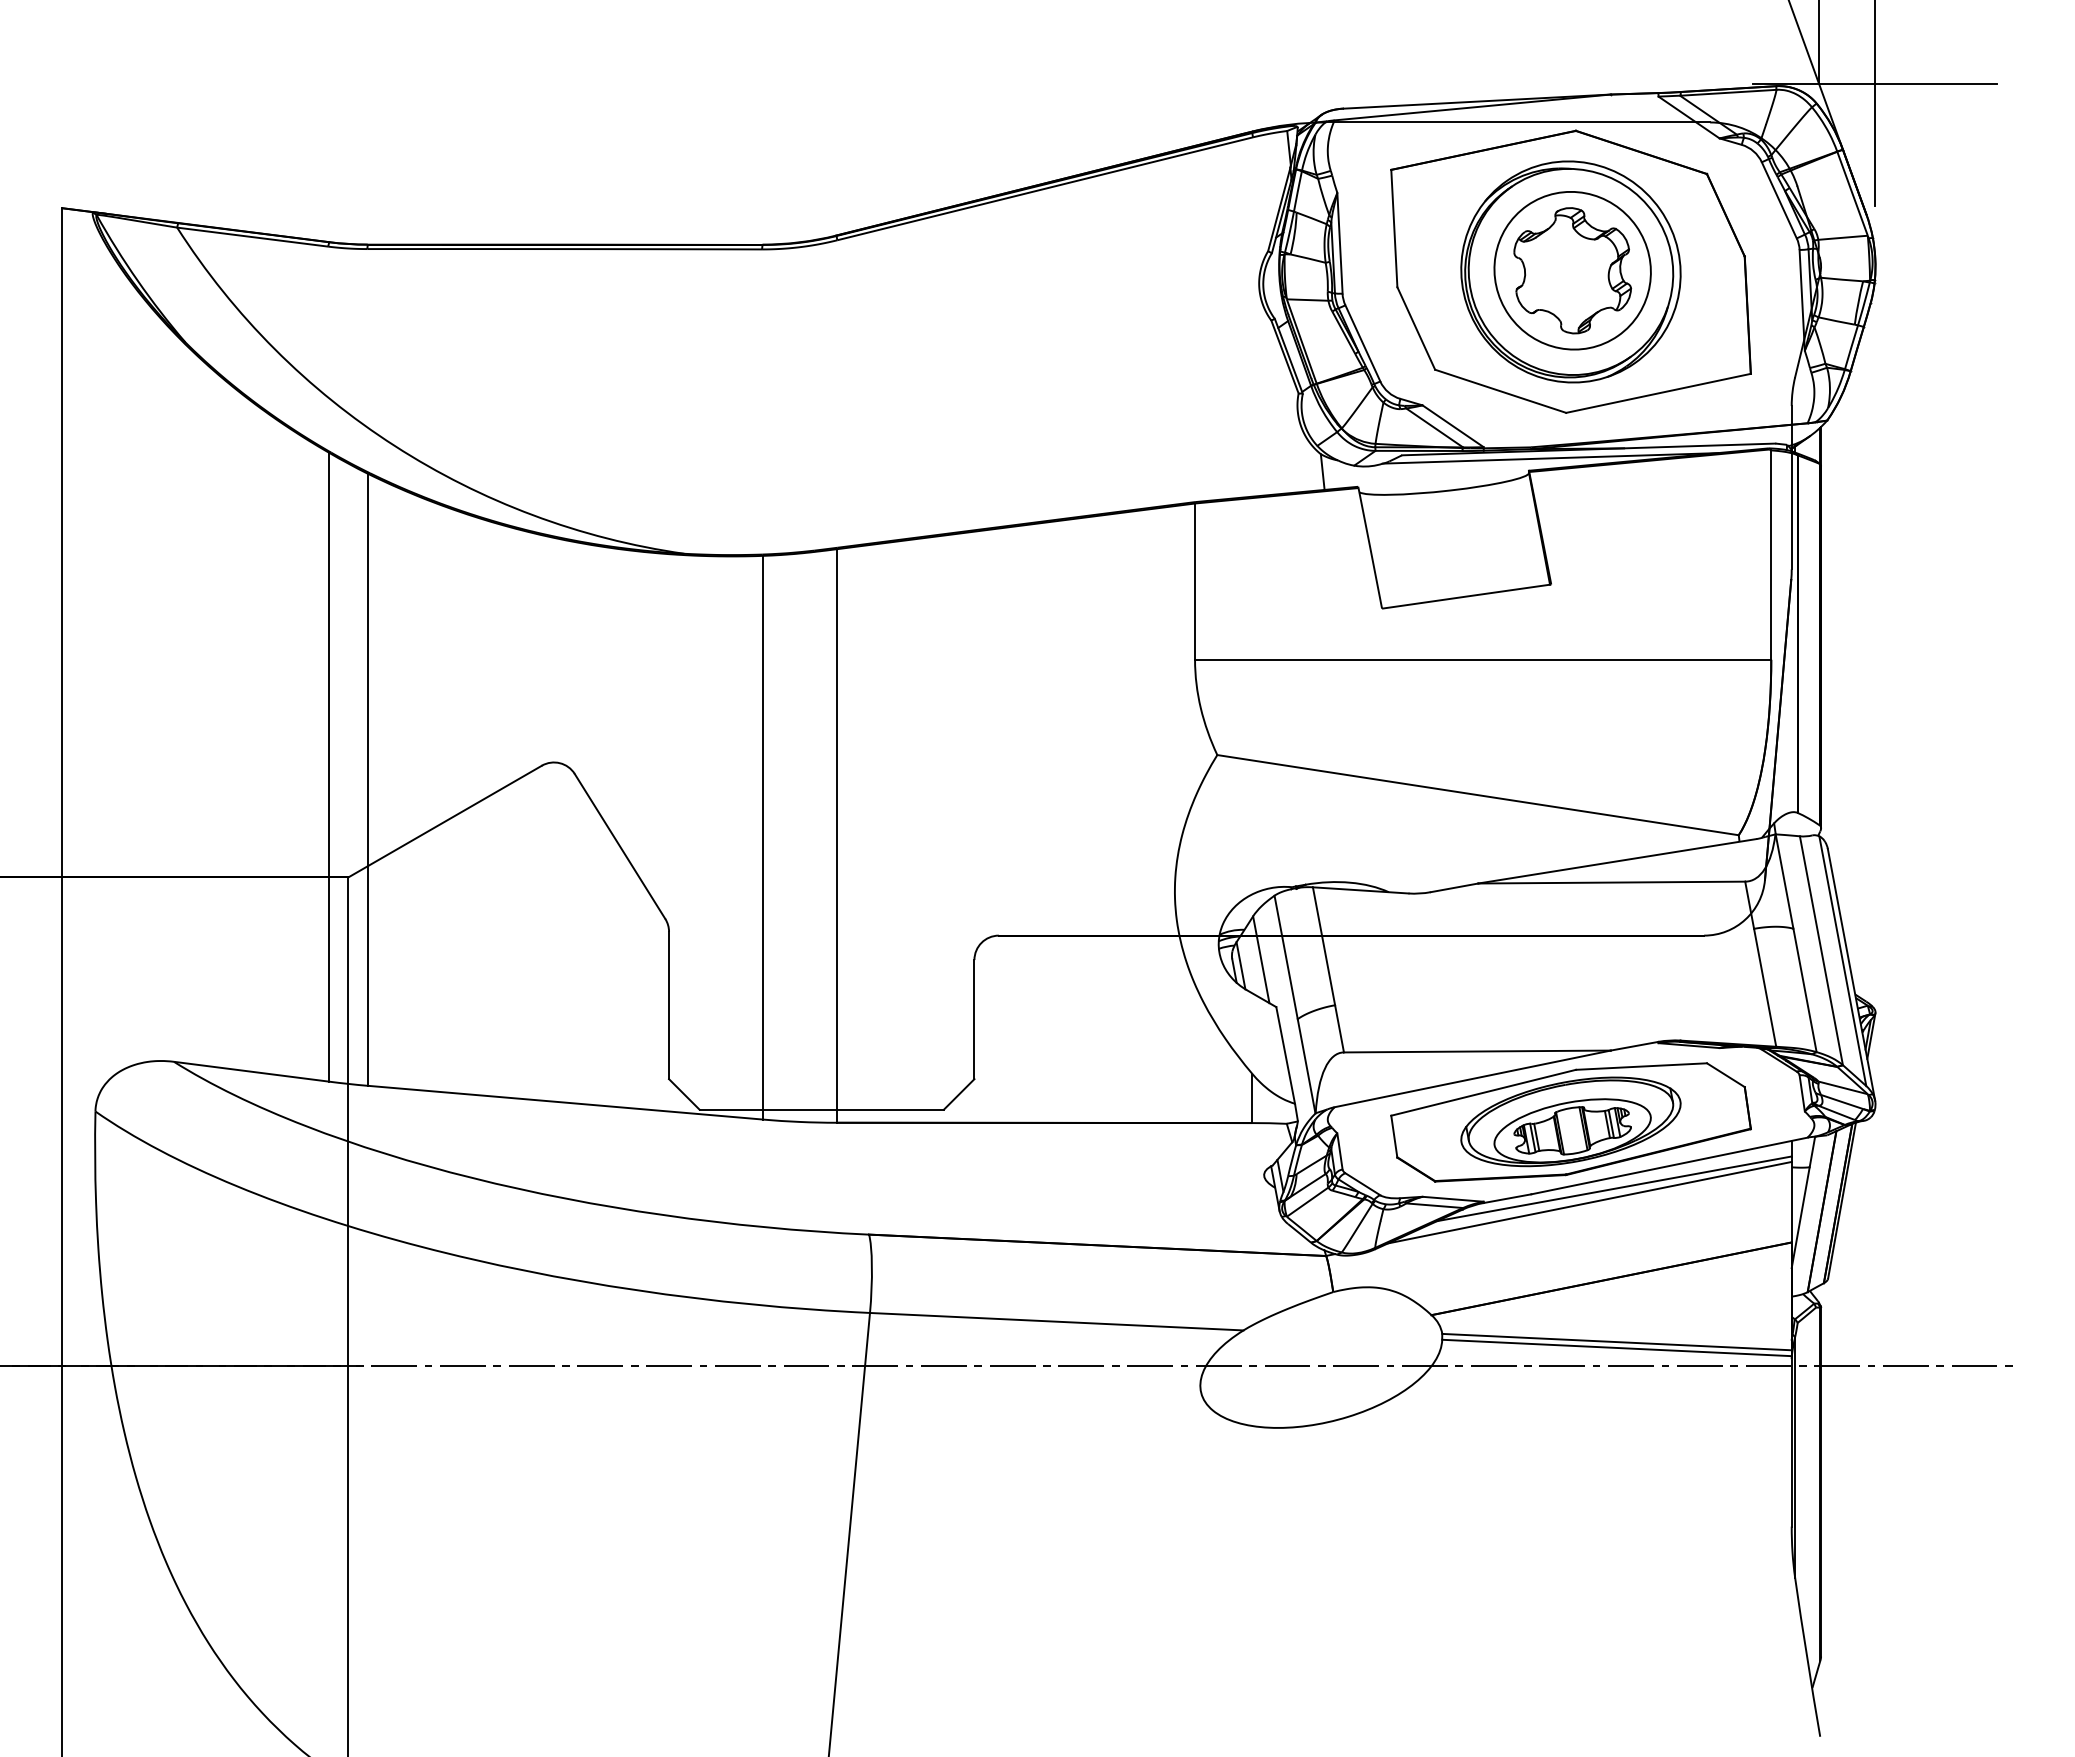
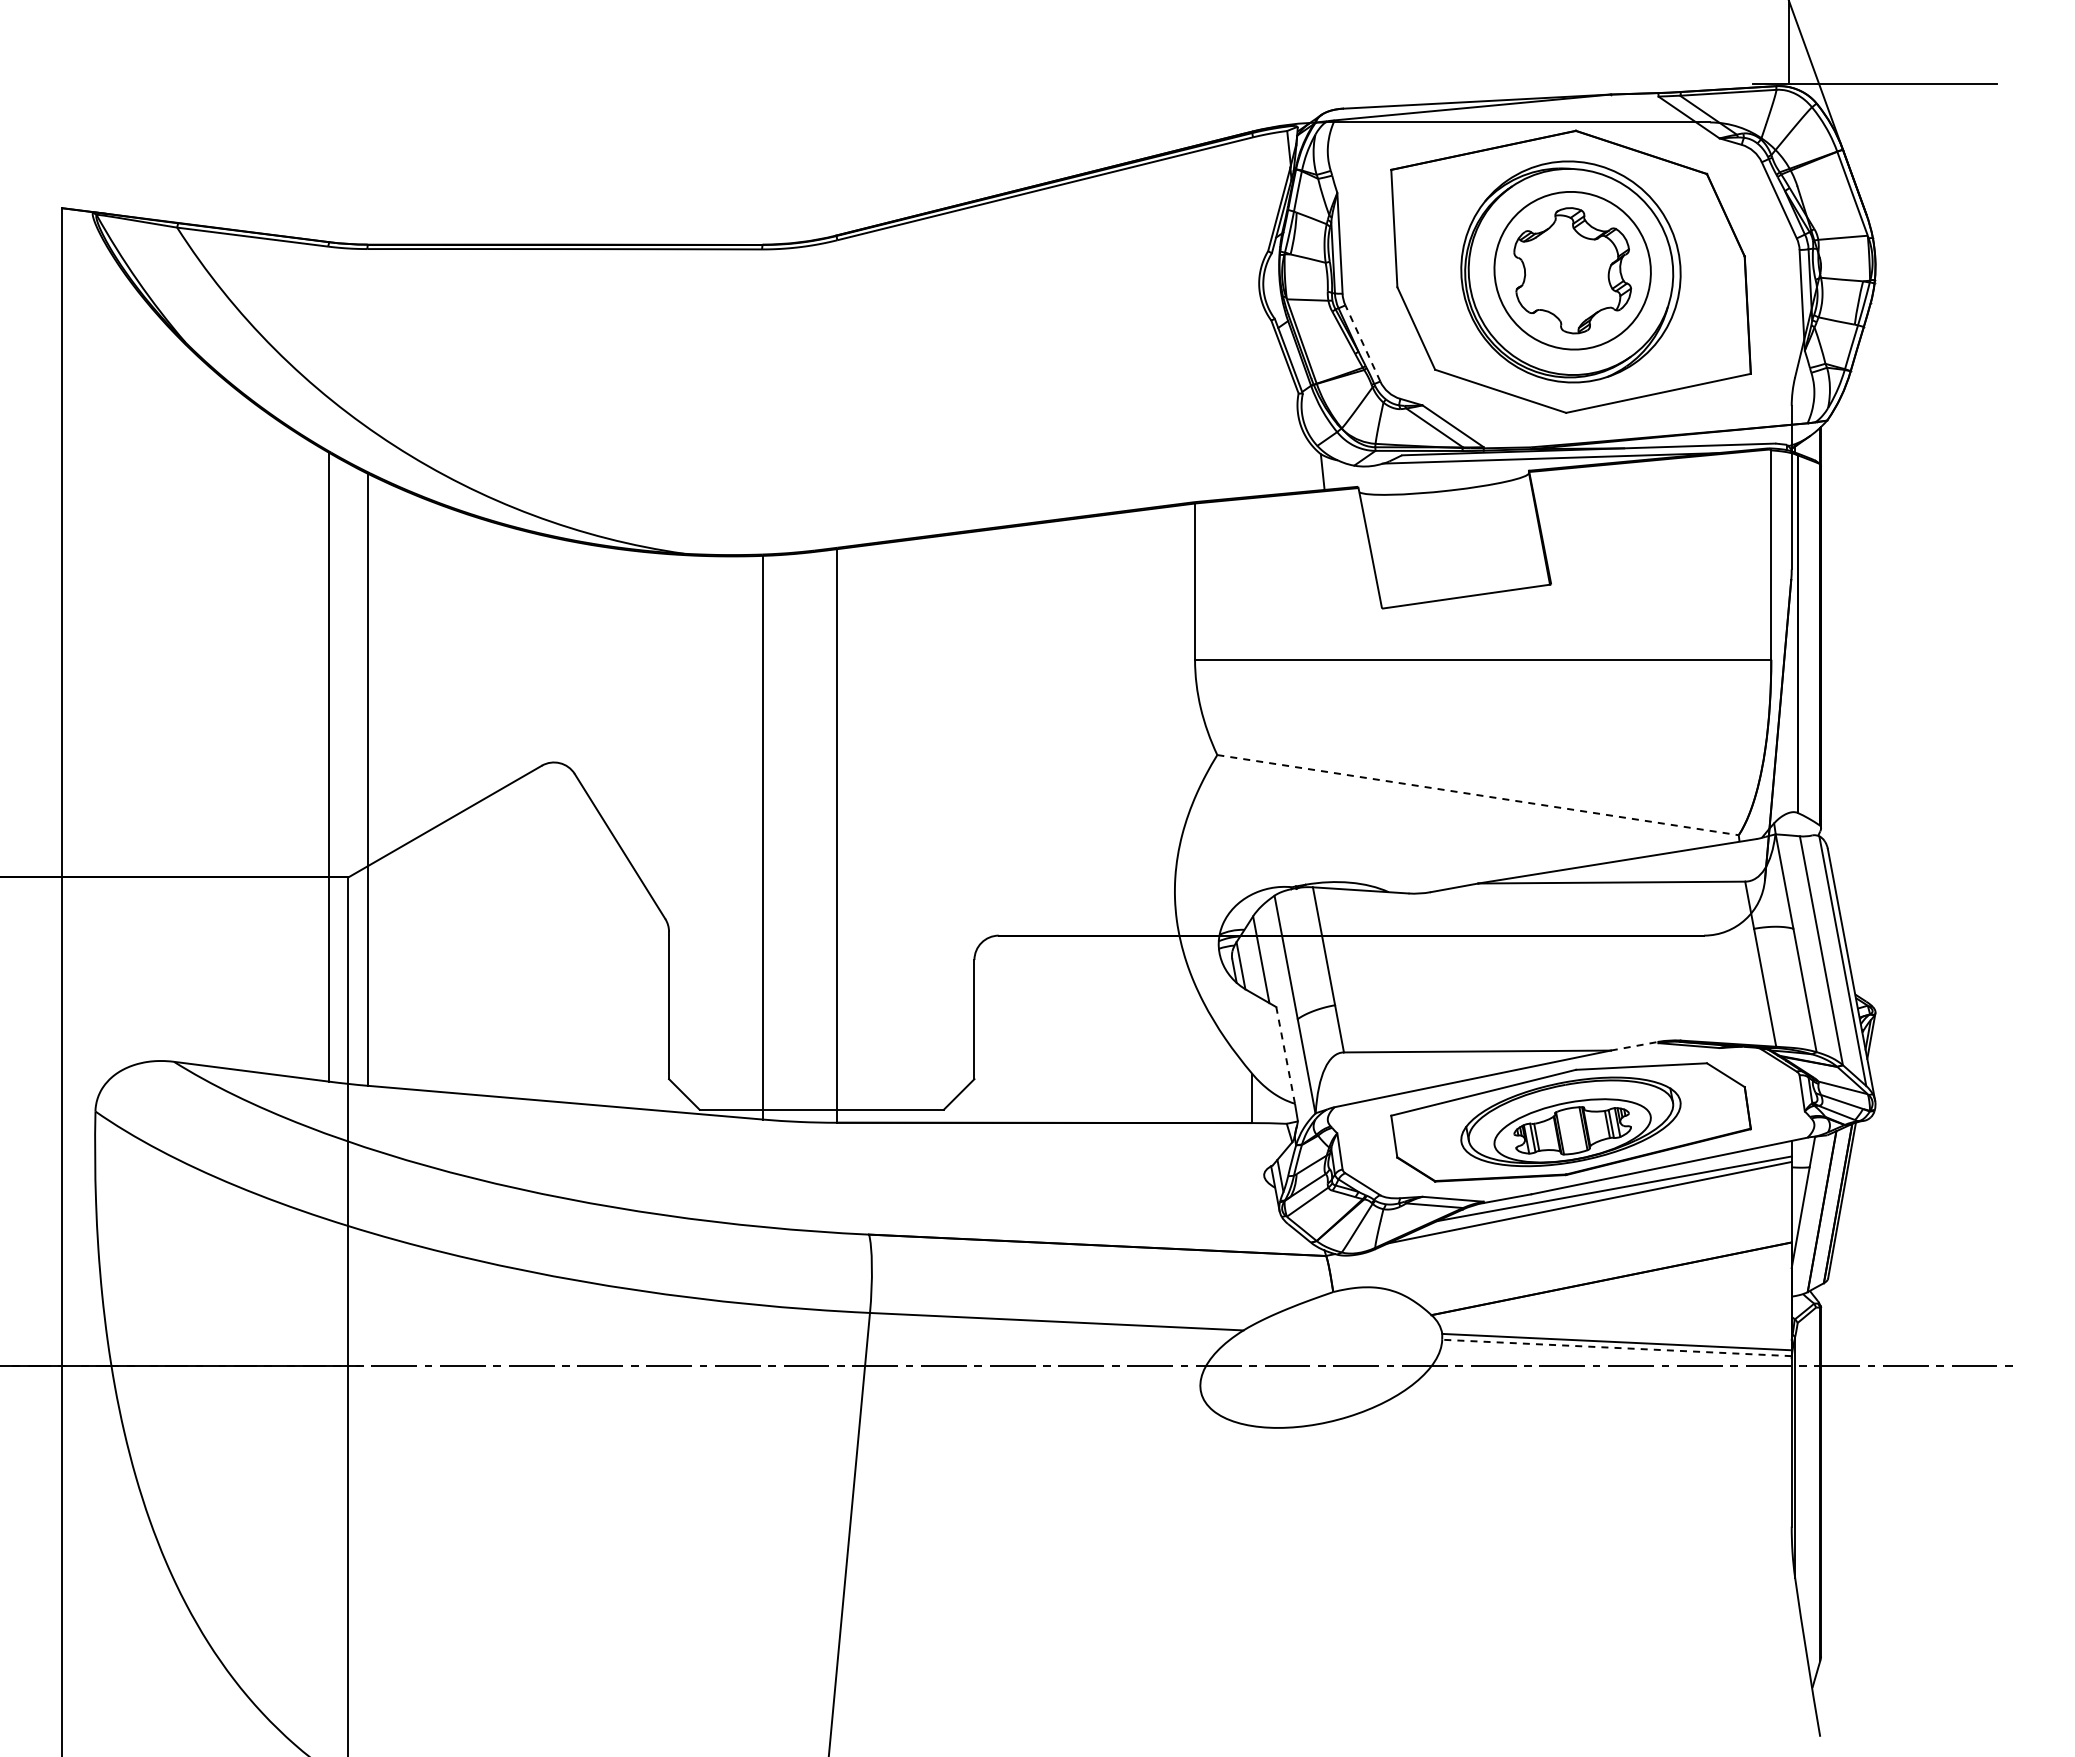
line at (1819, 42) position: (1819, 42) -> (1789, 42)
line at (1875, 103): present -> none
line at (1362, 343): solid -> dashed
line at (1478, 795): solid -> dashed
line at (1635, 1046): solid -> dashed
line at (1285, 1054): solid -> dashed
line at (1616, 1347): solid -> dashed
